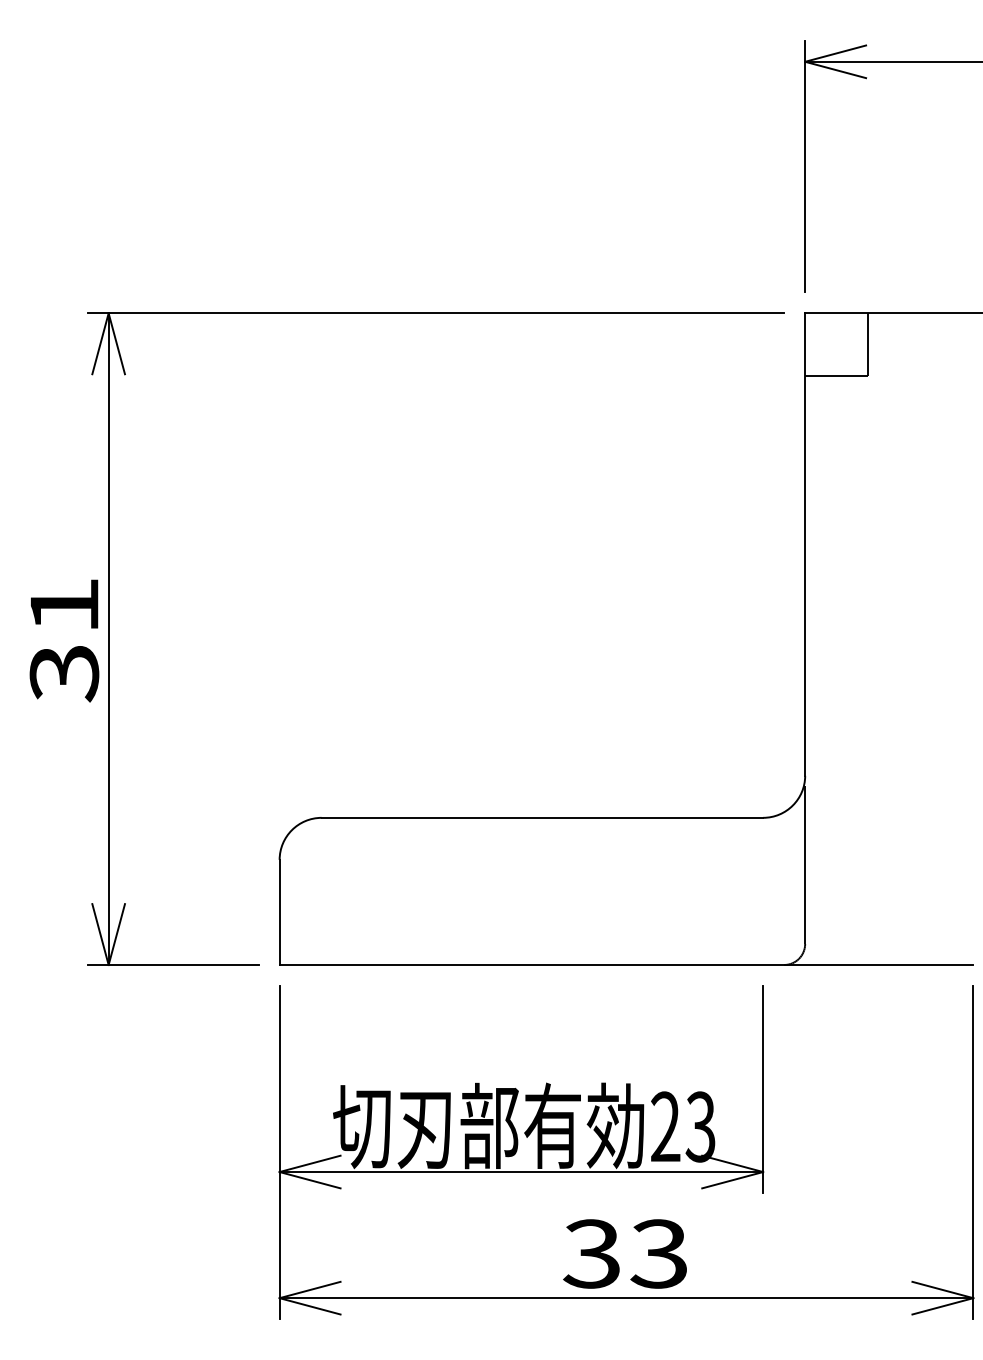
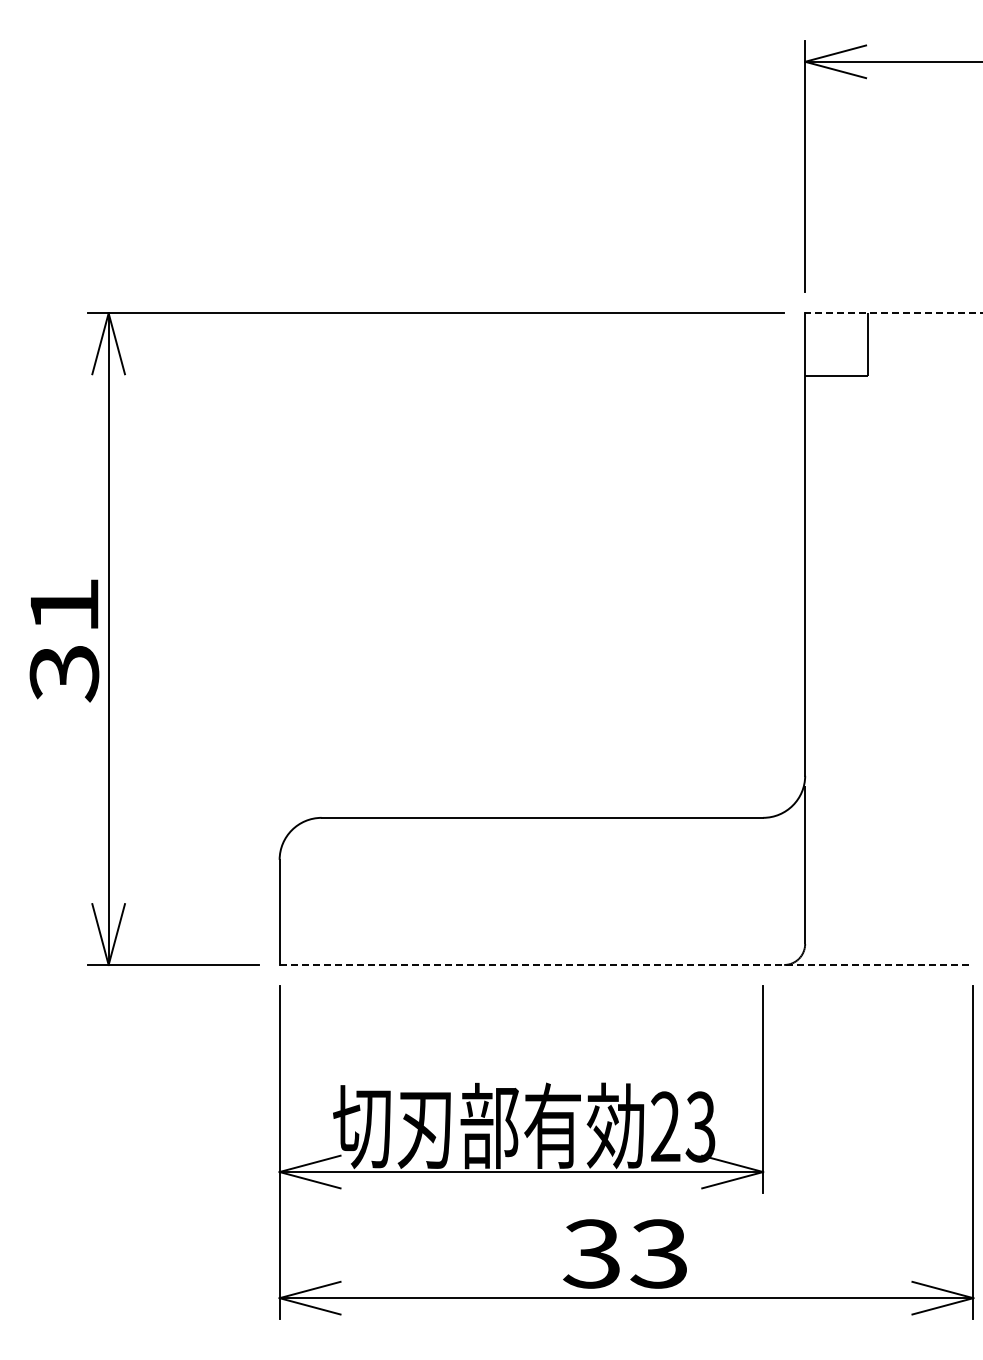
line at (893, 313): solid -> dashed
line at (626, 965): solid -> dashed
